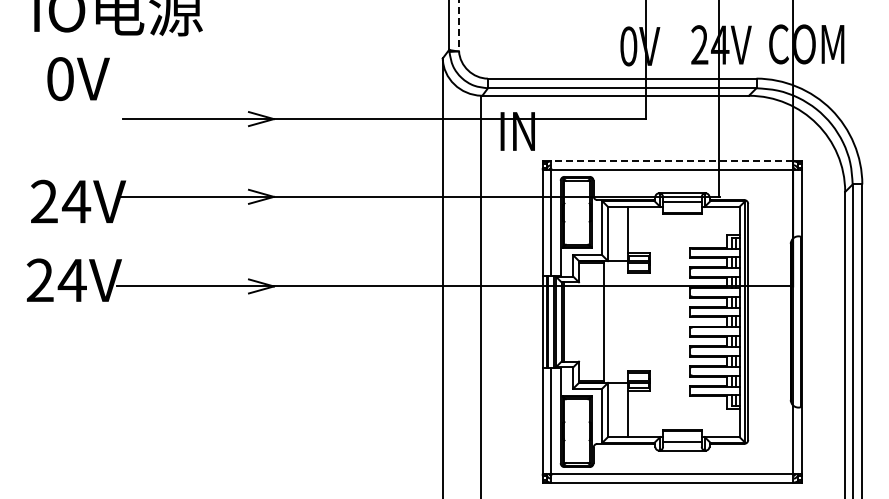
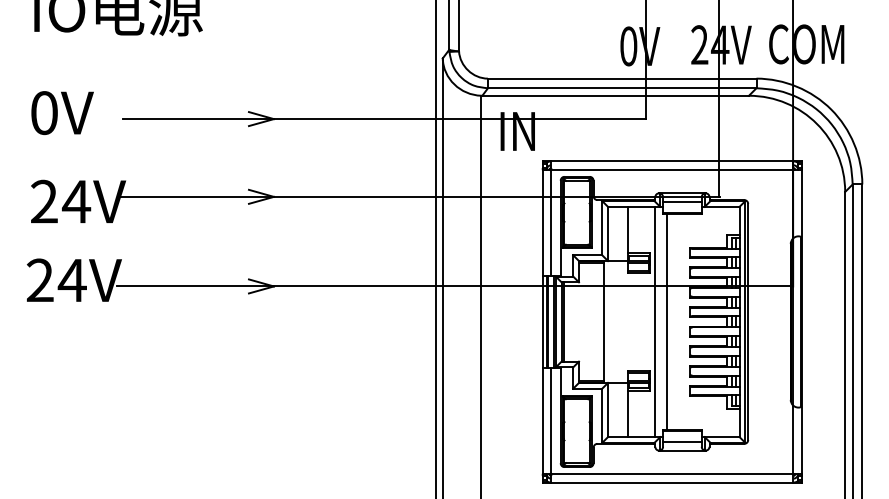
line at (459, 26): dashed -> solid
text at (78, 79) position: (78, 79) -> (62, 113)
line at (672, 161): dashed -> solid
line at (435, 248): none -> present
line at (655, 321): none -> present
line at (667, 321): none -> present
